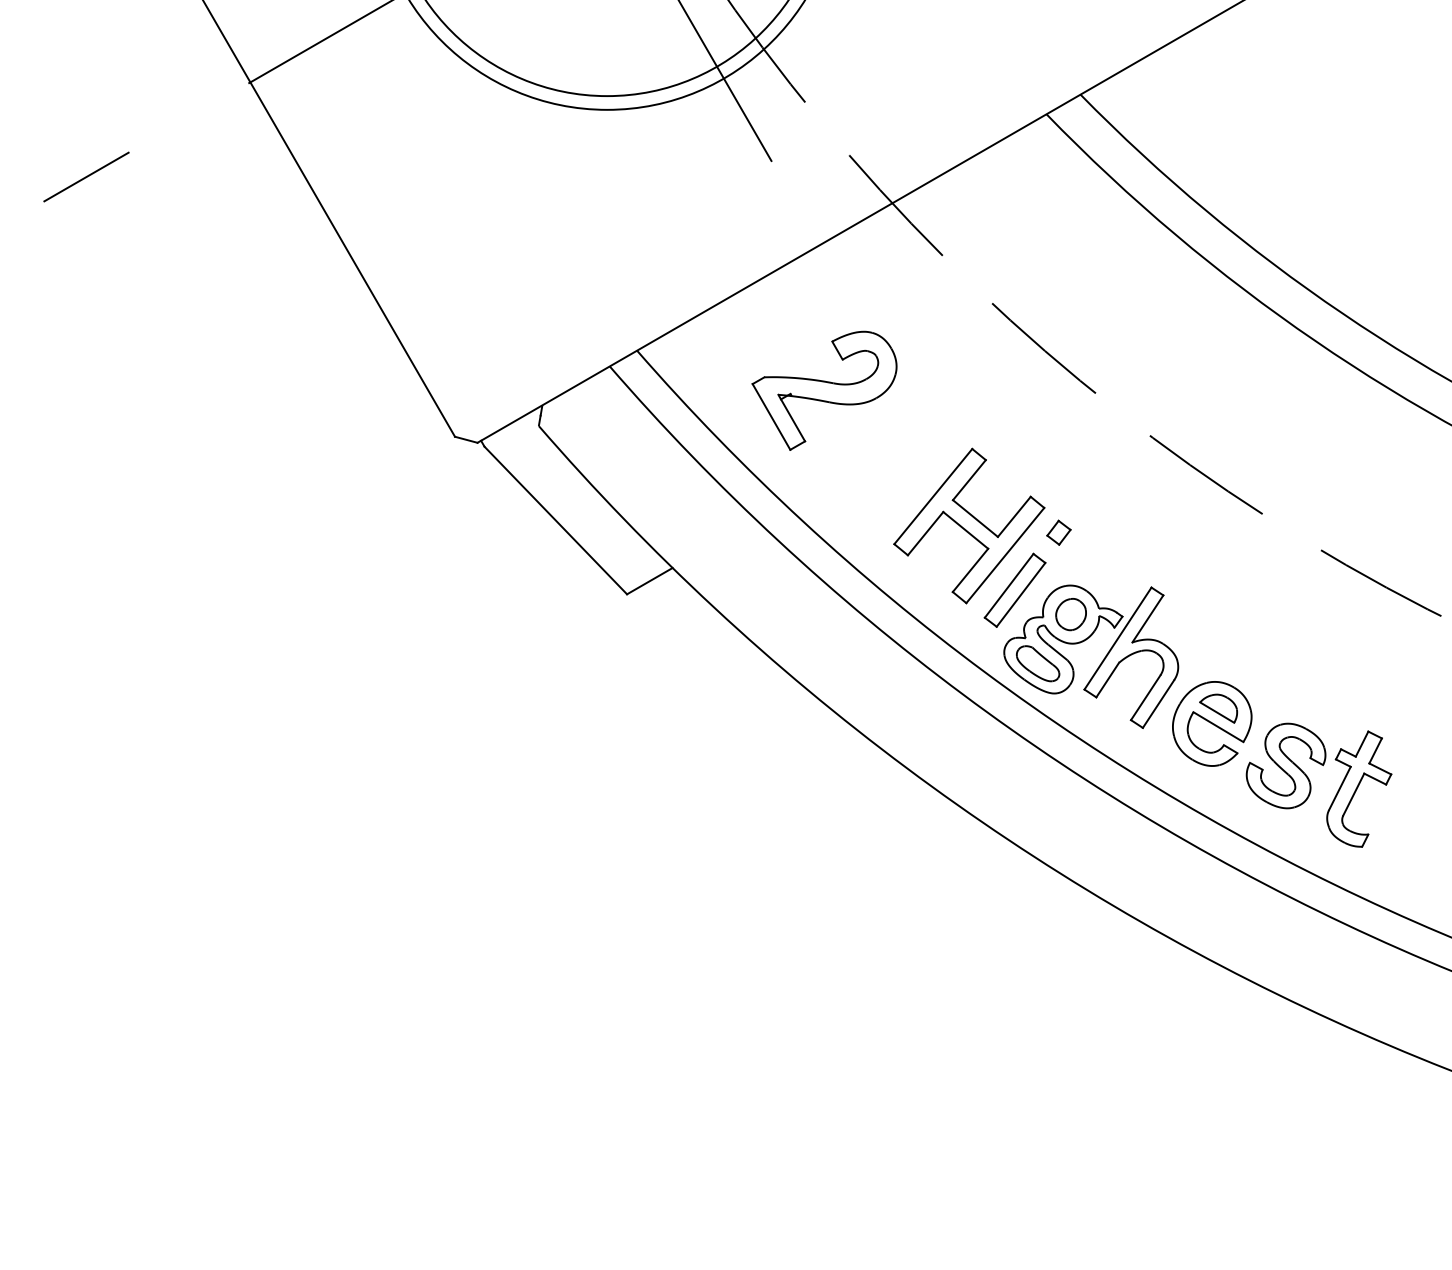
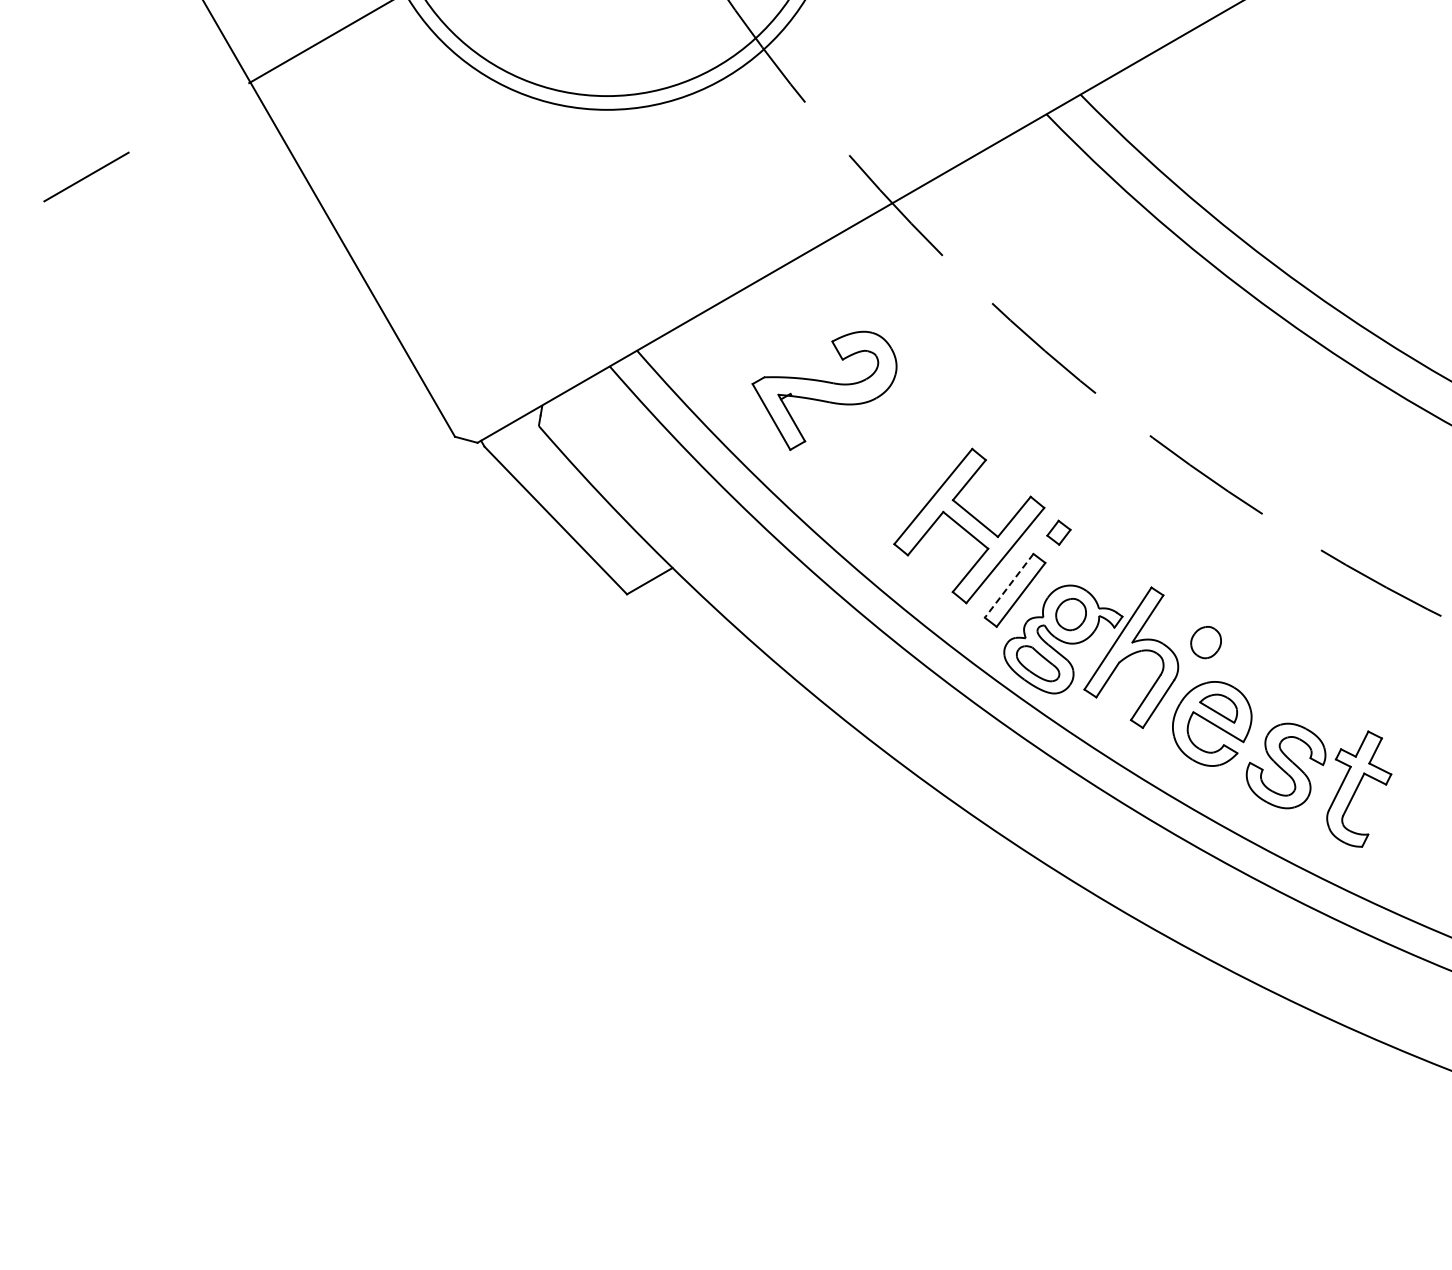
line at (725, 81): present -> none
line at (1008, 586): solid -> dashed
part at (1205, 642): none -> present
